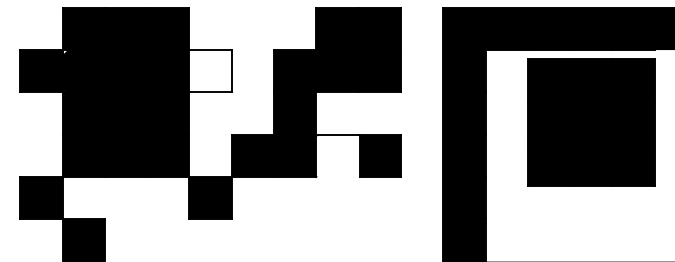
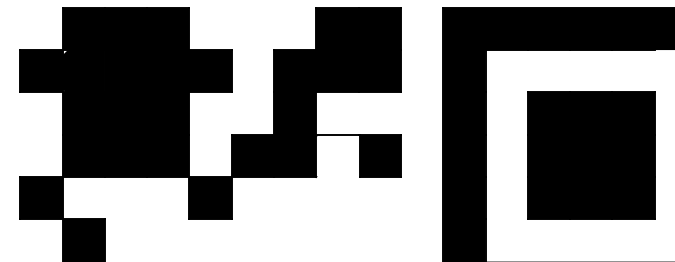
fill at (210, 71): none -> present
part at (591, 122) position: (591, 122) -> (591, 155)
